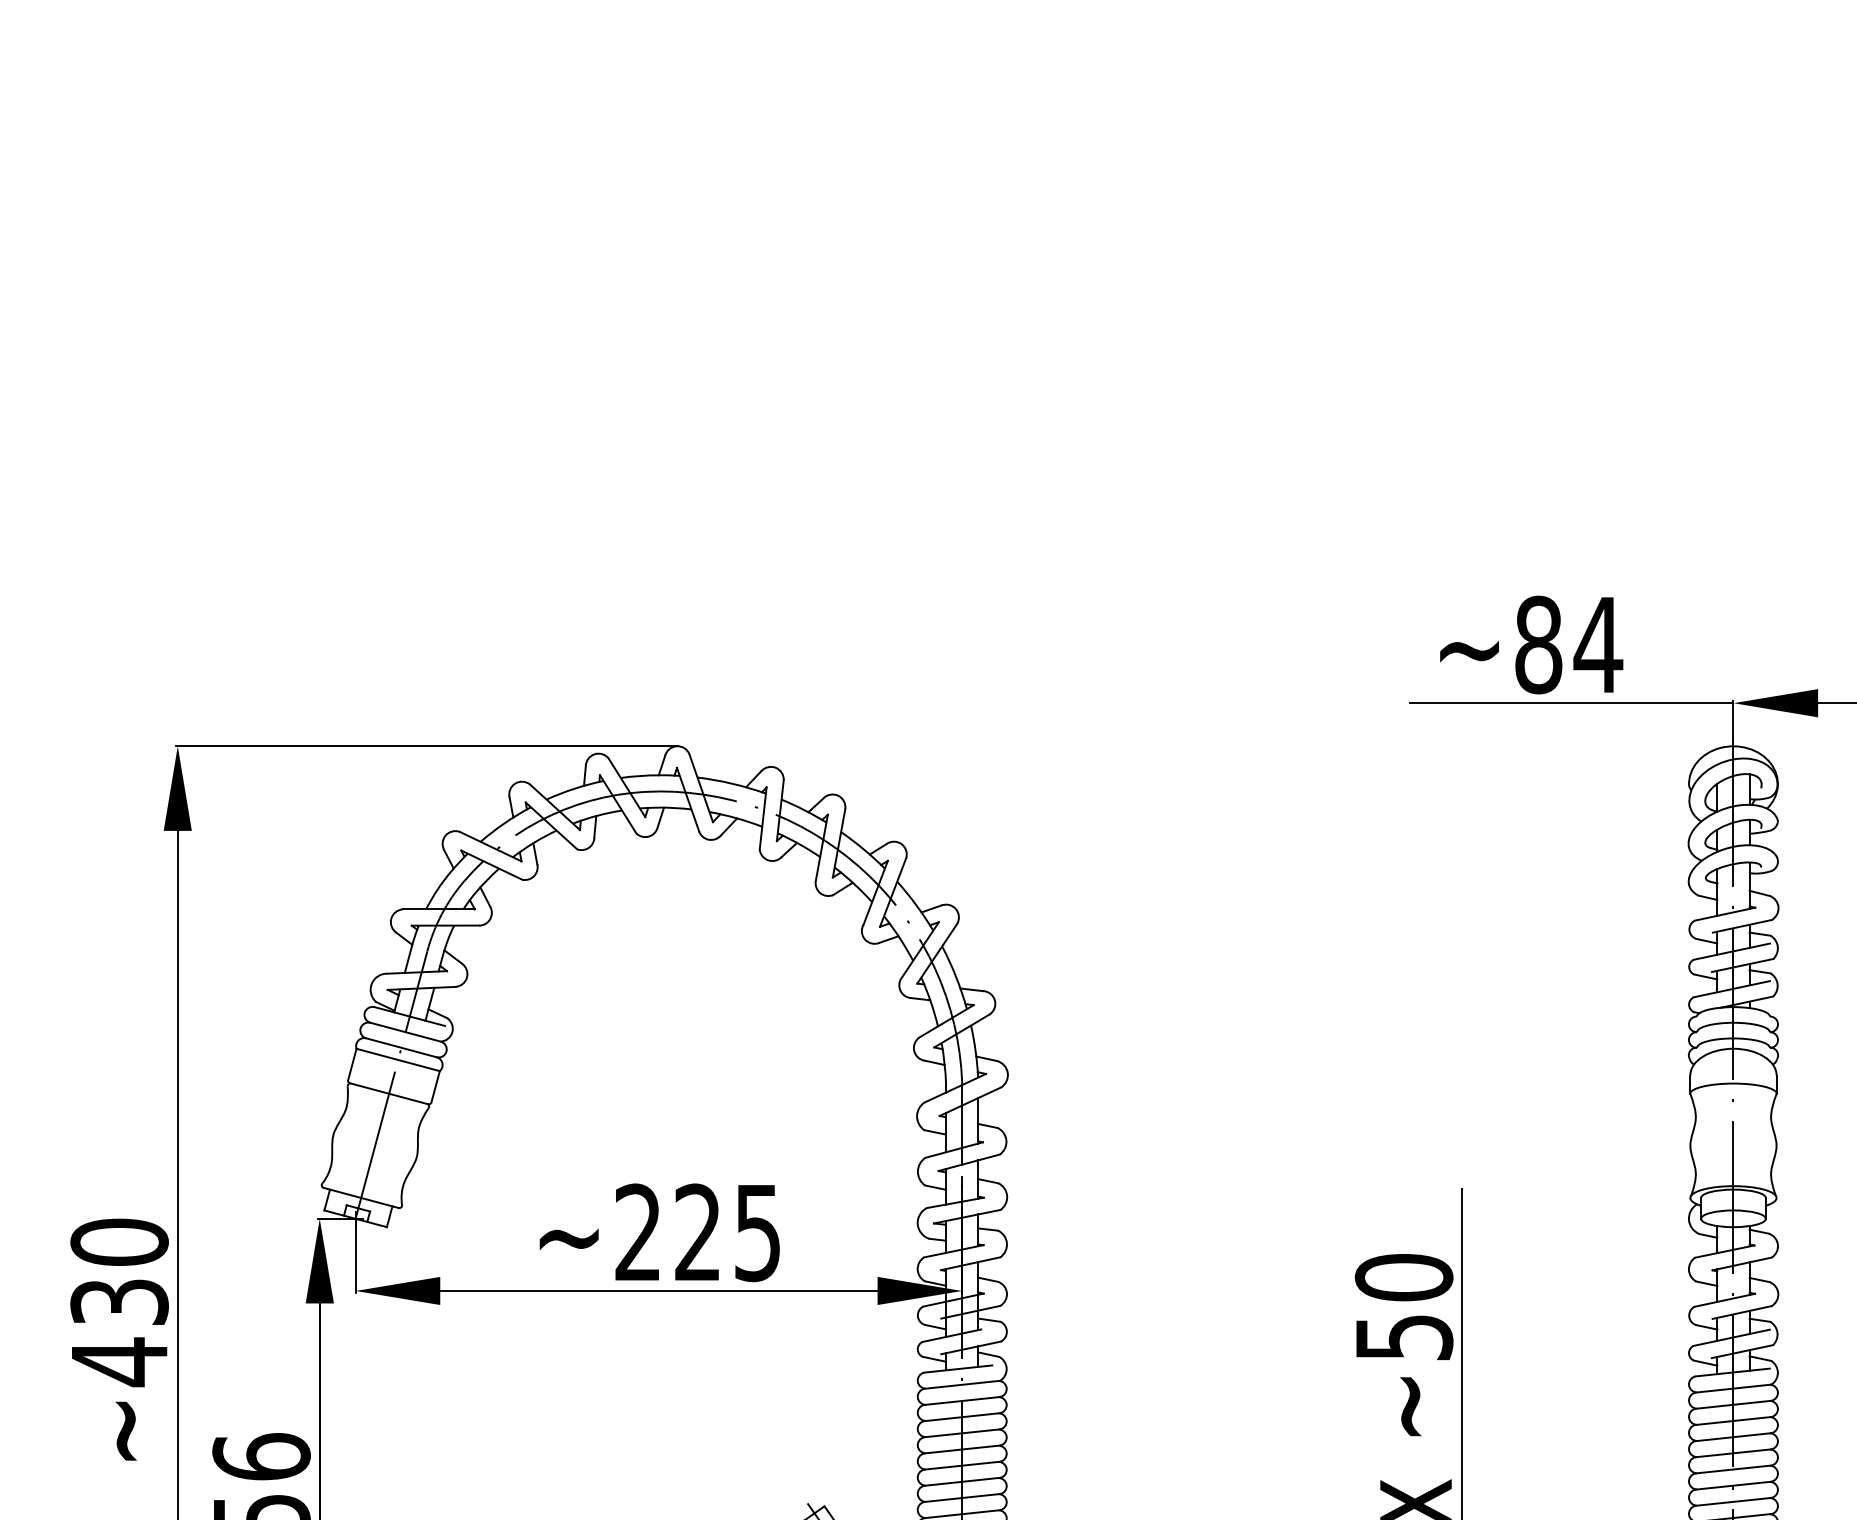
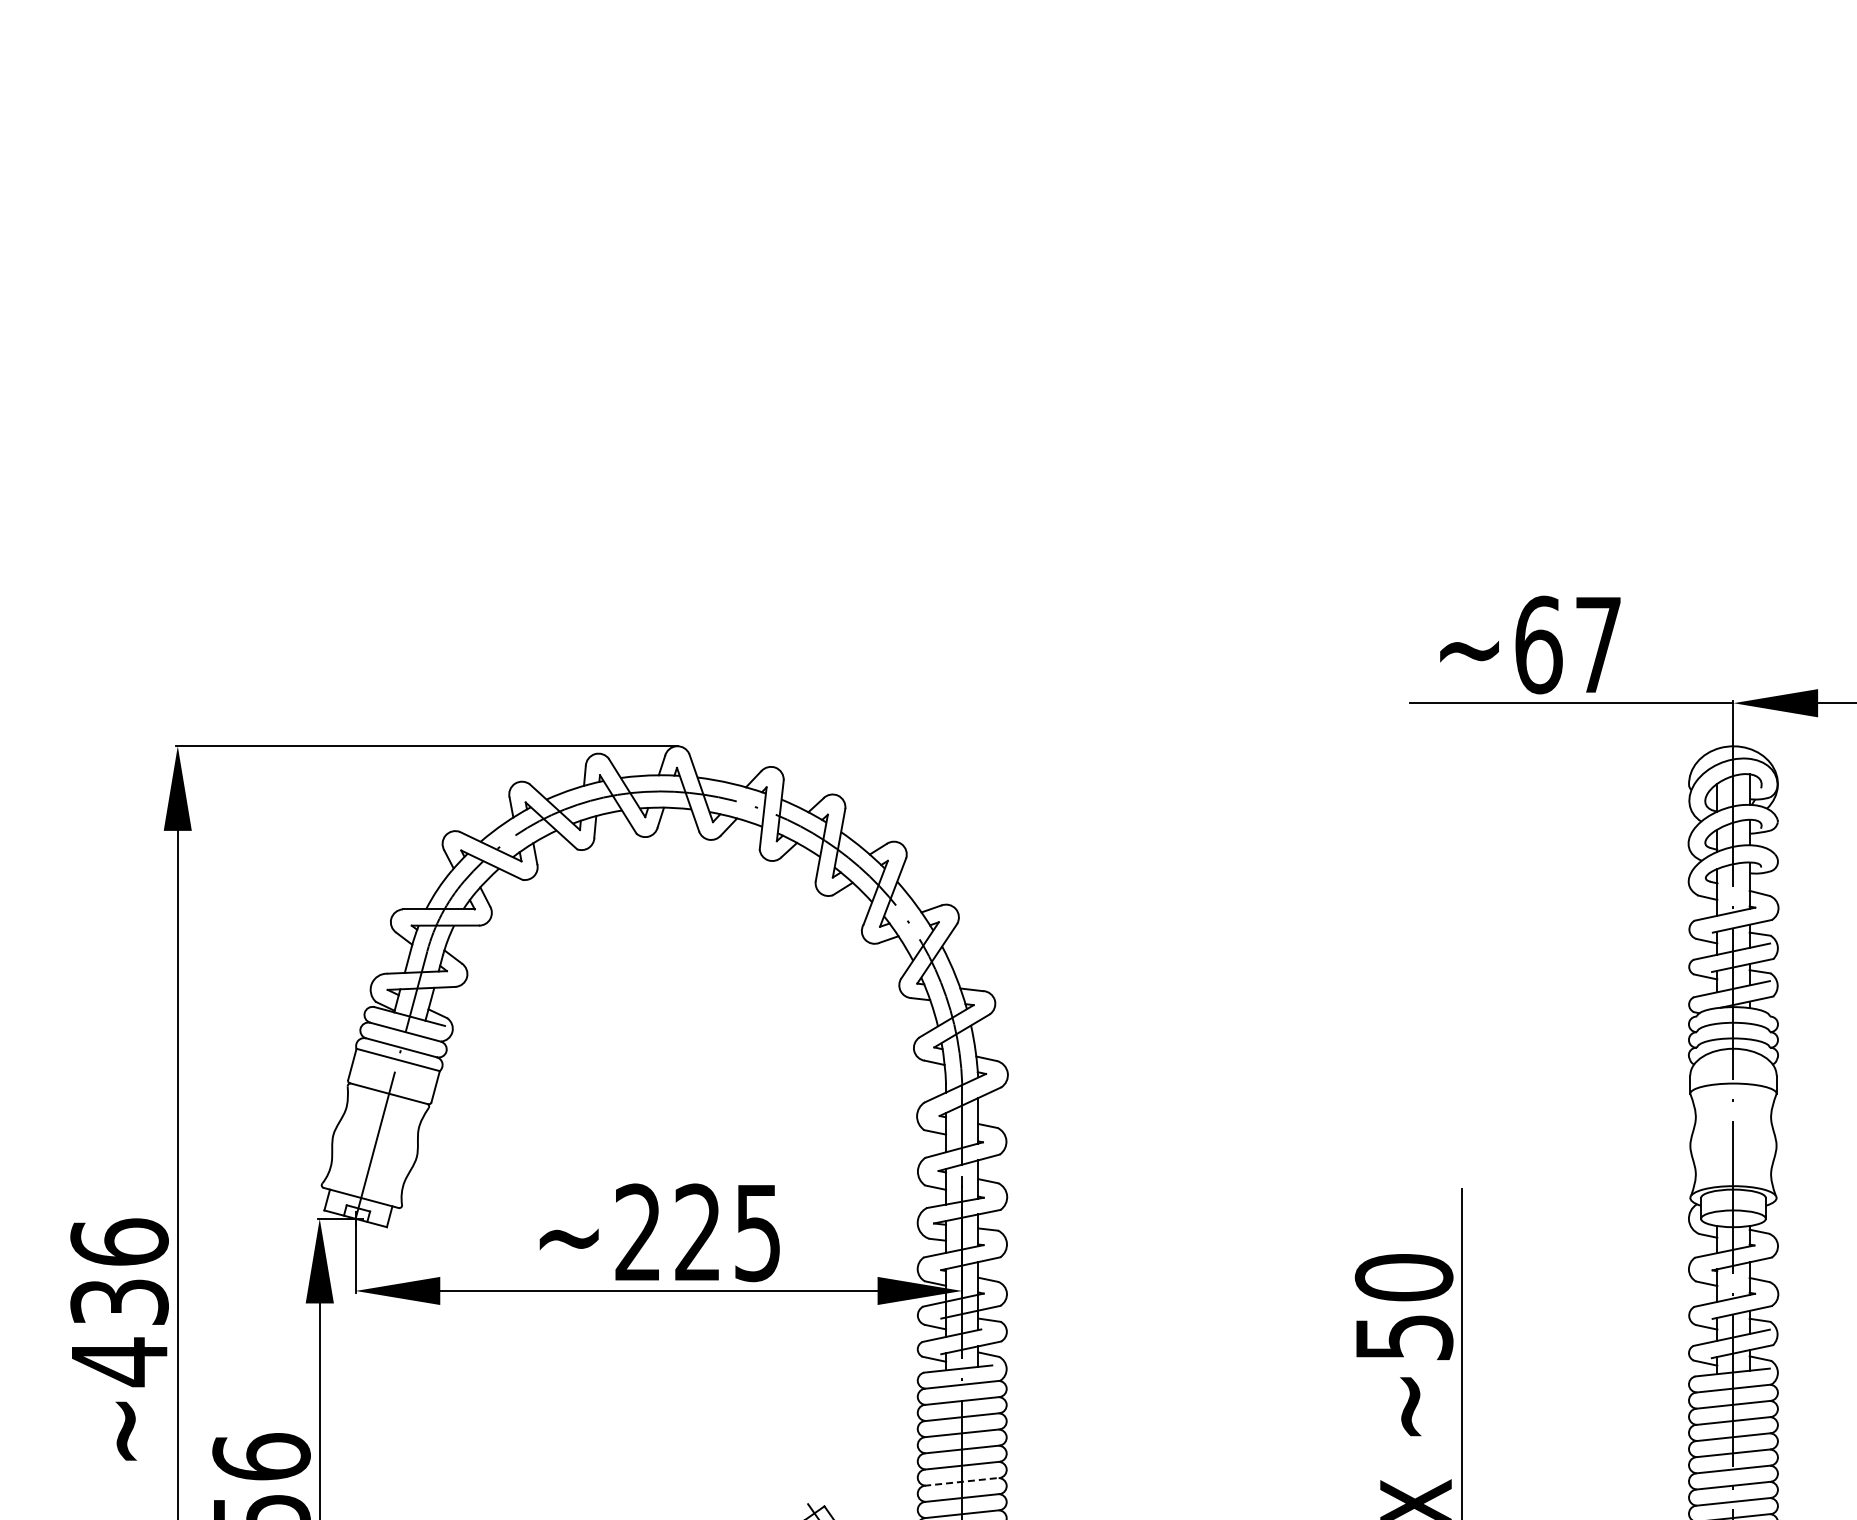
text at (1569, 644): ~84 -> ~67
text at (119, 1241): ~430 -> ~436
line at (962, 1481): solid -> dashed
